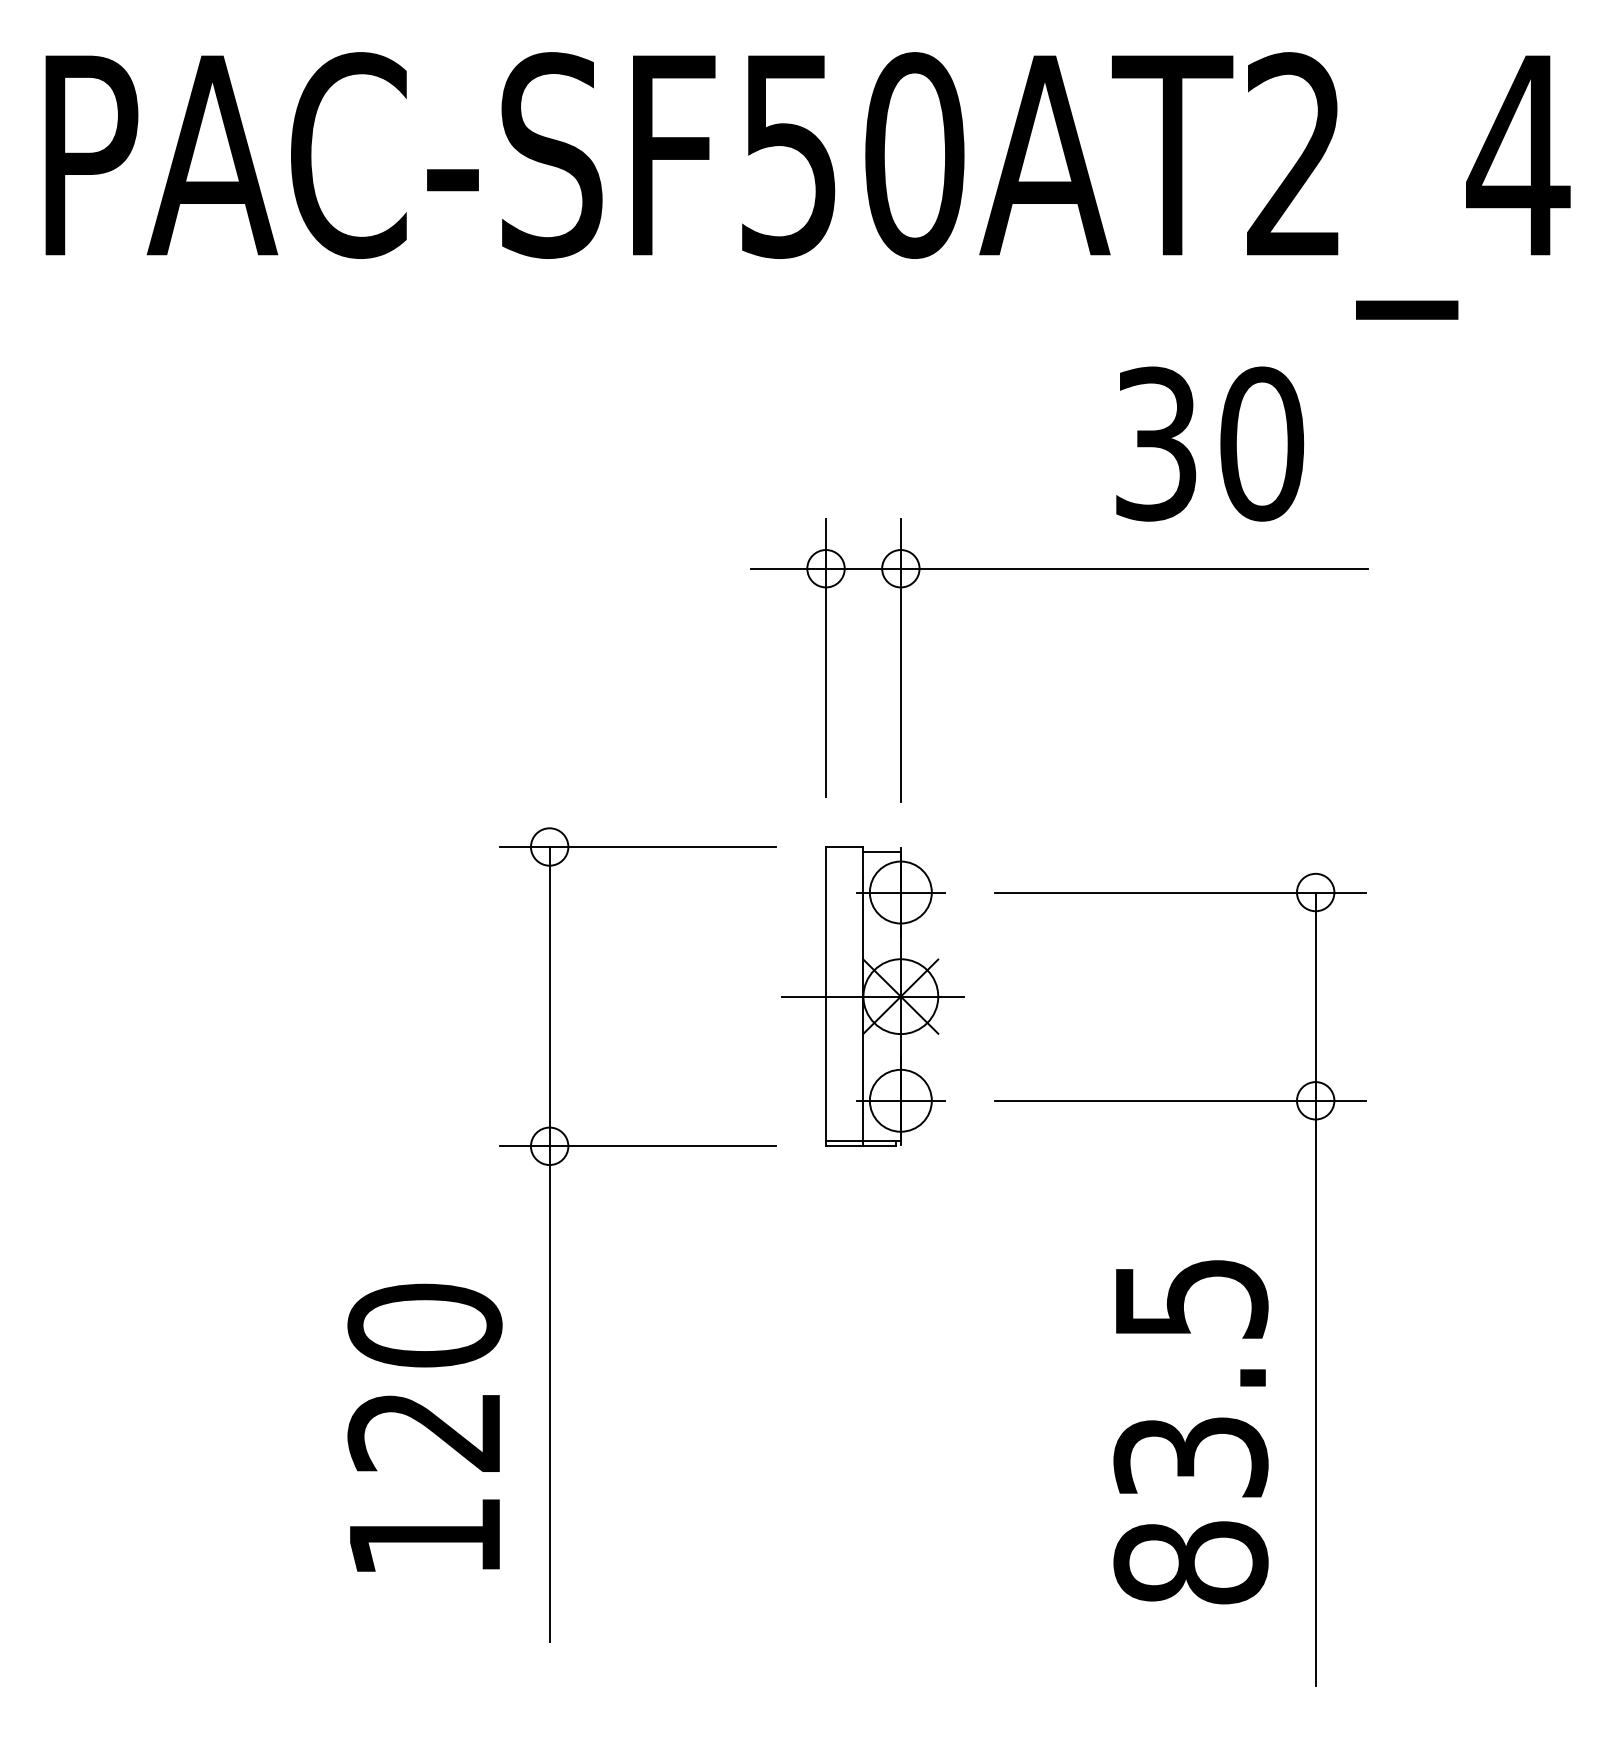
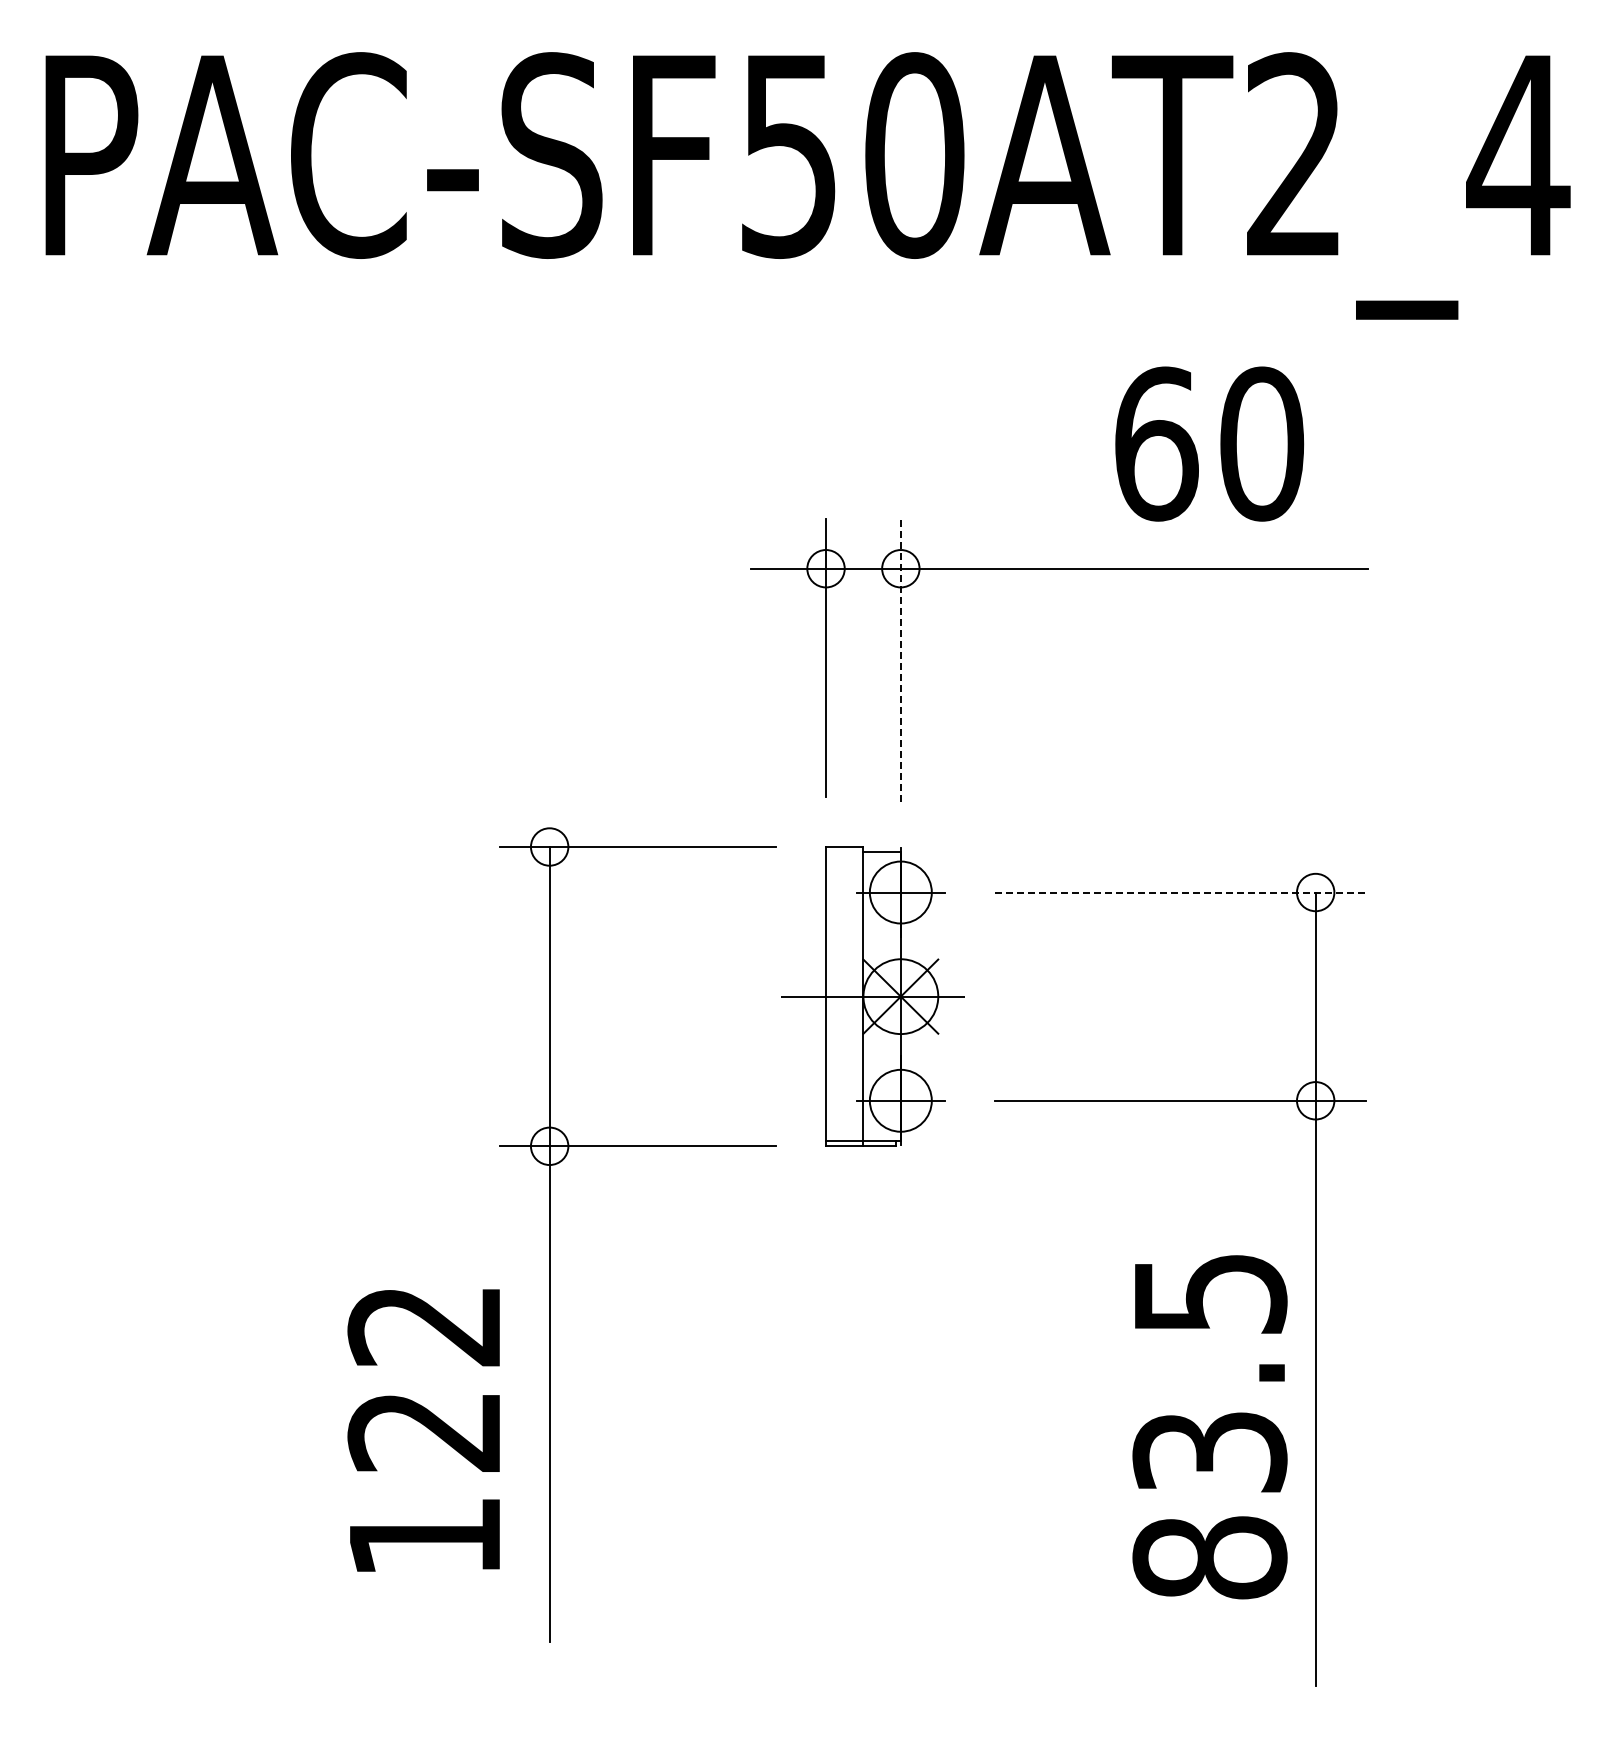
text at (1156, 443): 30 -> 60
line at (900, 660): solid -> dashed
line at (1180, 892): solid -> dashed
text at (424, 1325): 120 -> 122
text at (1190, 1432) position: (1190, 1432) -> (1209, 1427)
